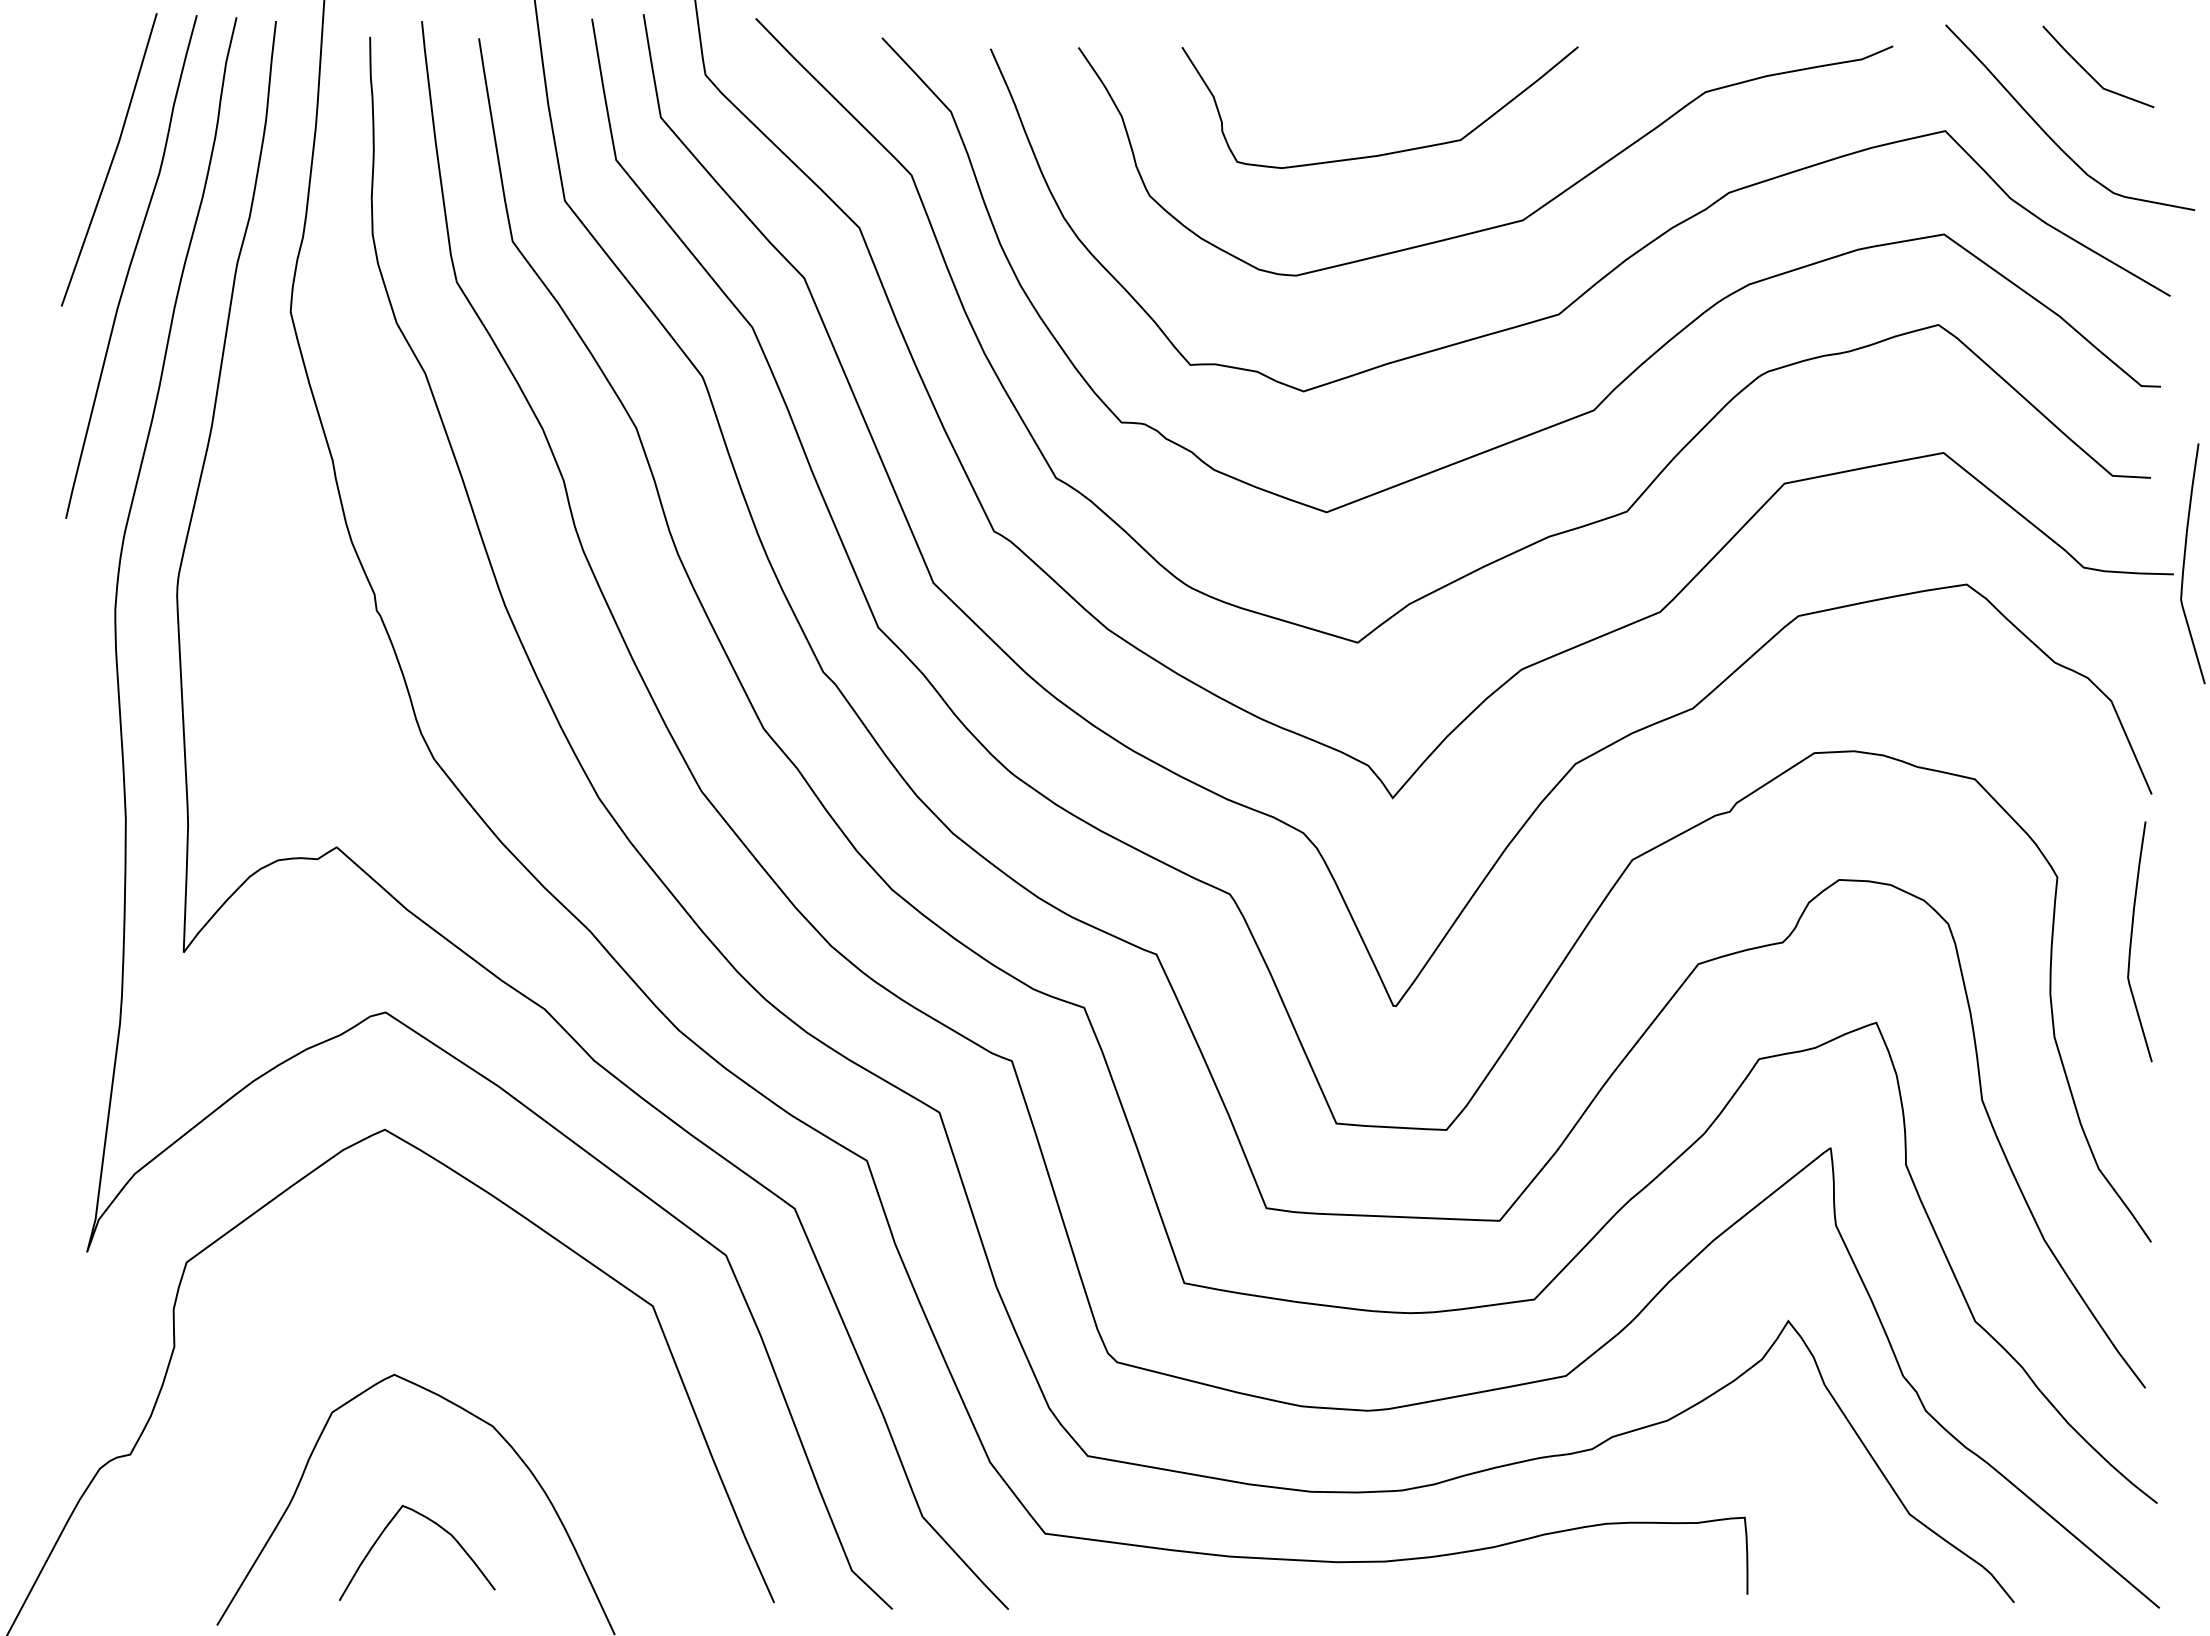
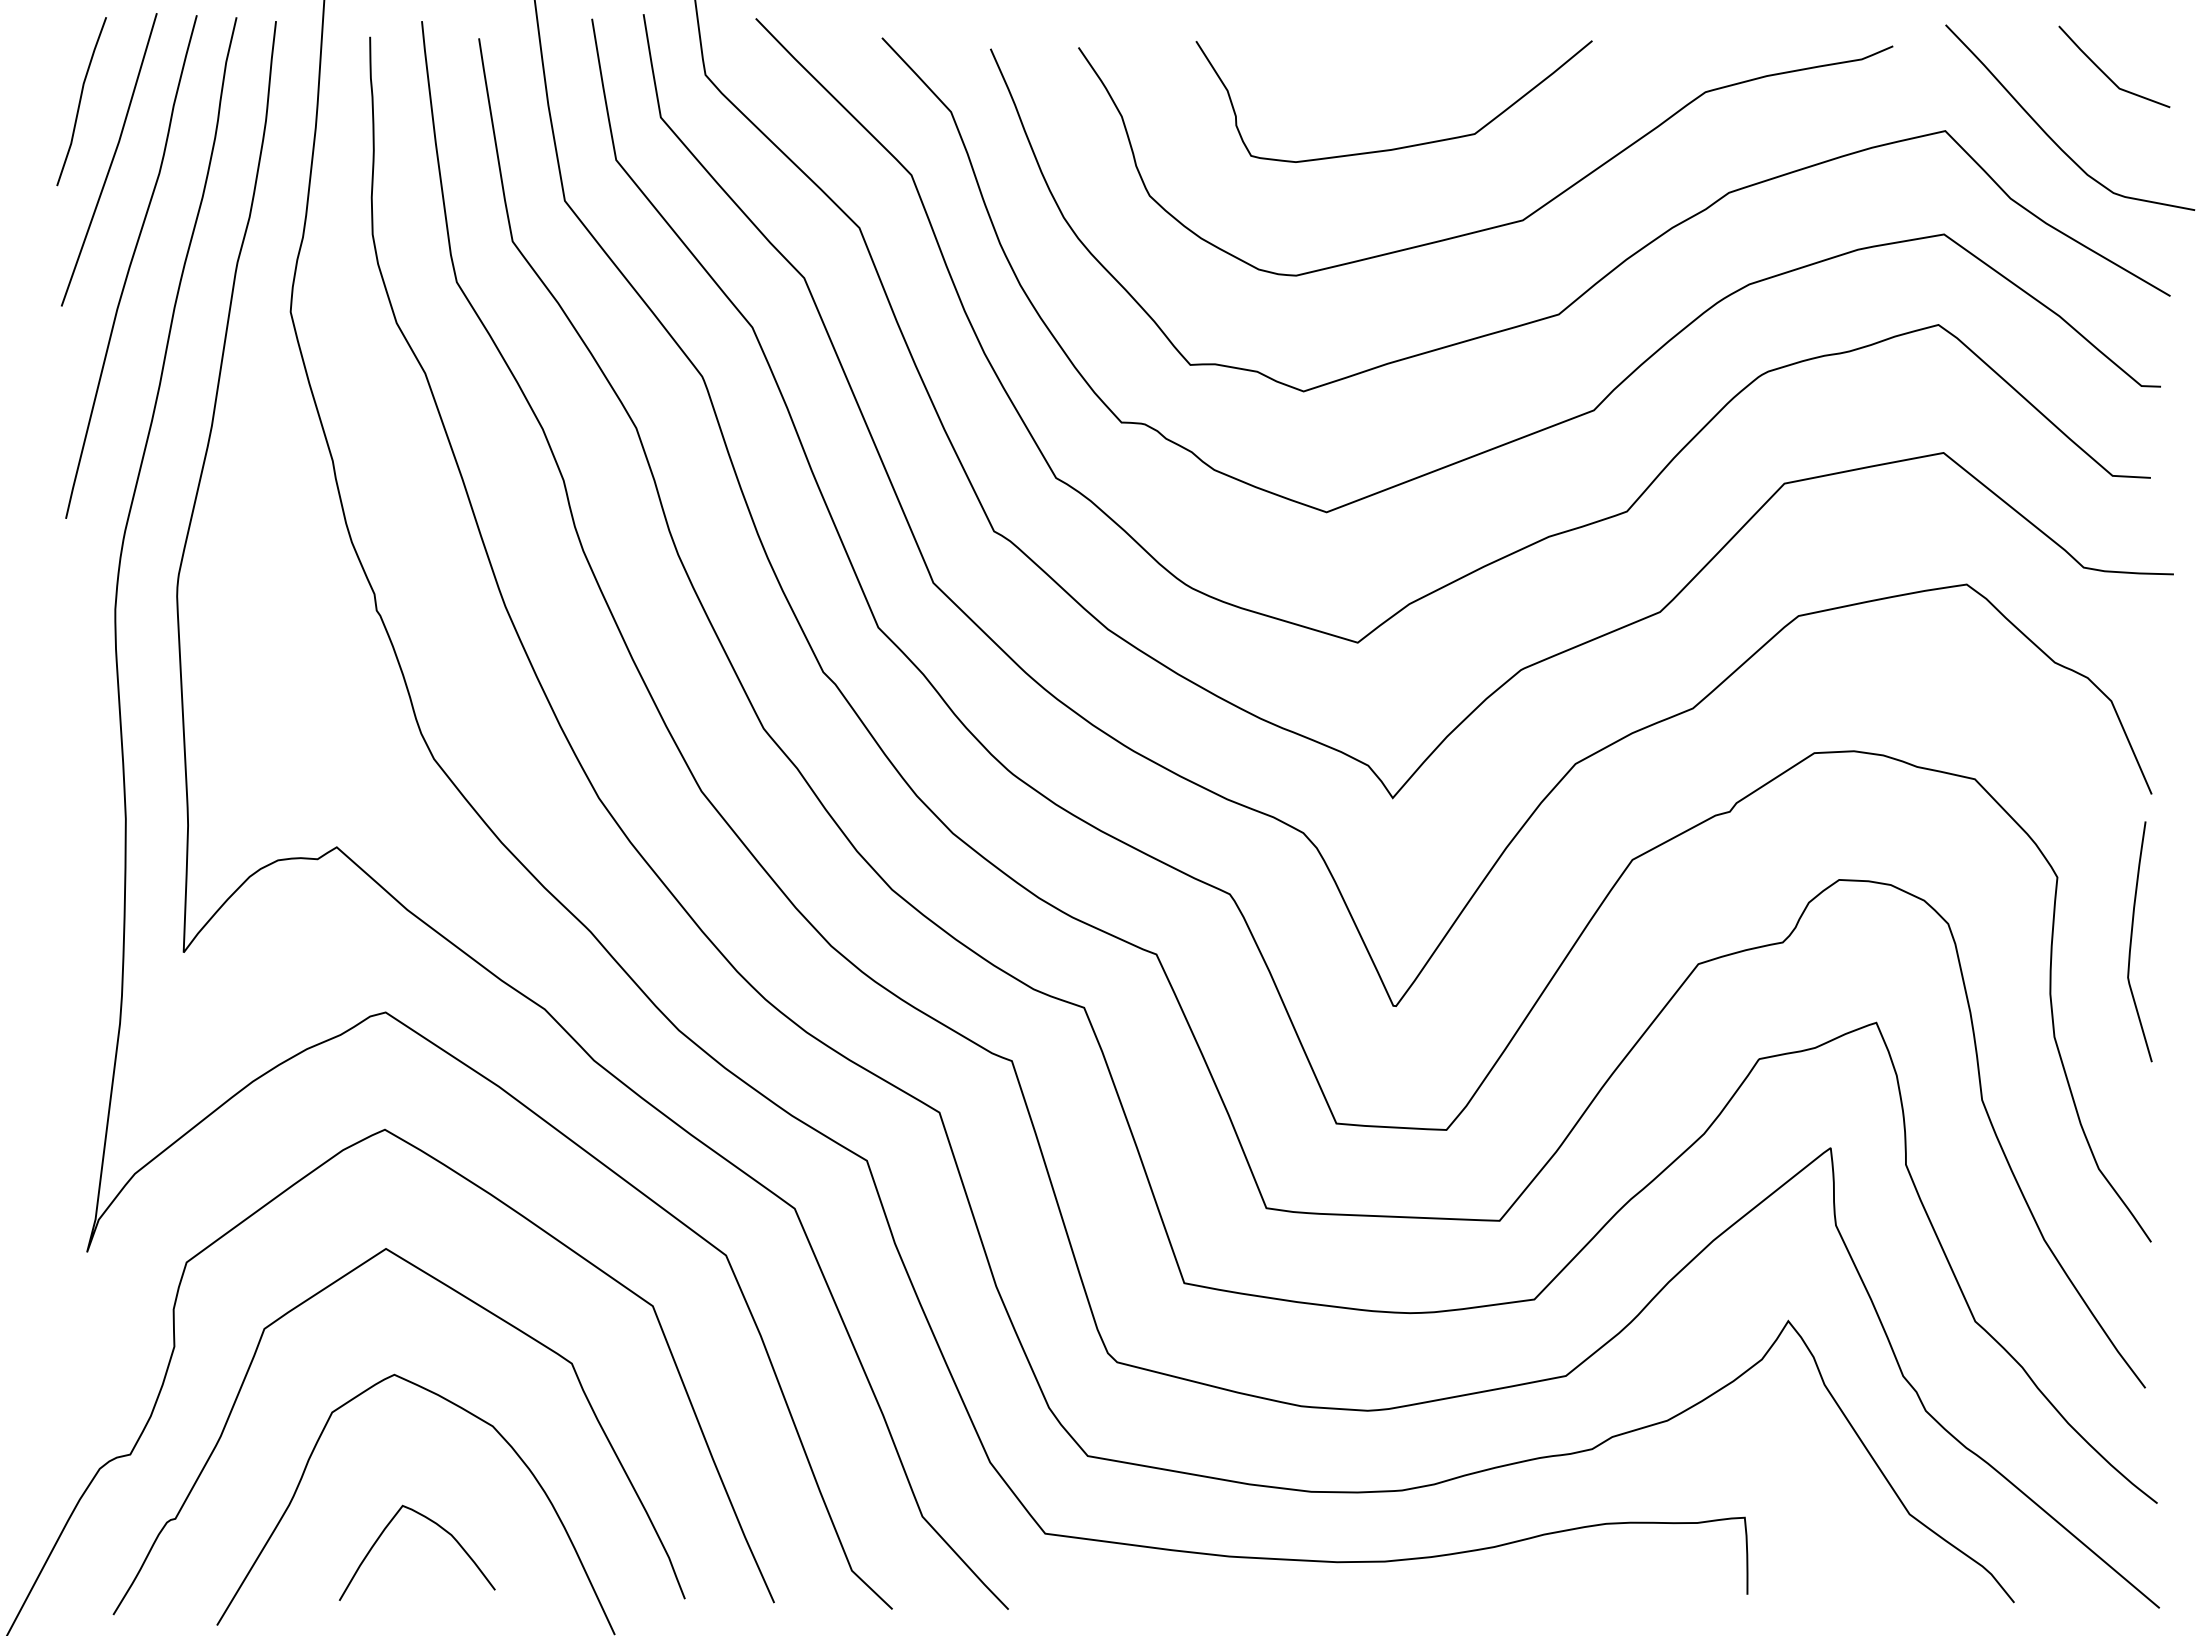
line at (2090, 74) position: (2090, 74) -> (2106, 74)
curve at (81, 100): none -> present
curve at (1388, 152) position: (1388, 152) -> (1402, 146)
curve at (2185, 560): present -> none
curve at (478, 1306): none -> present
